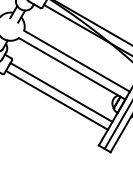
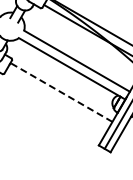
line at (61, 92): solid -> dashed
line at (56, 99): present -> none
